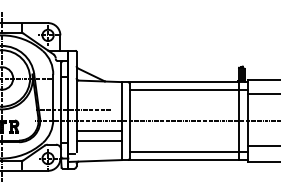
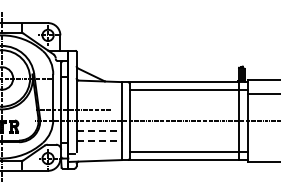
line at (99, 130): solid -> dashed
line at (99, 141): solid -> dashed
line at (262, 145): present -> none
